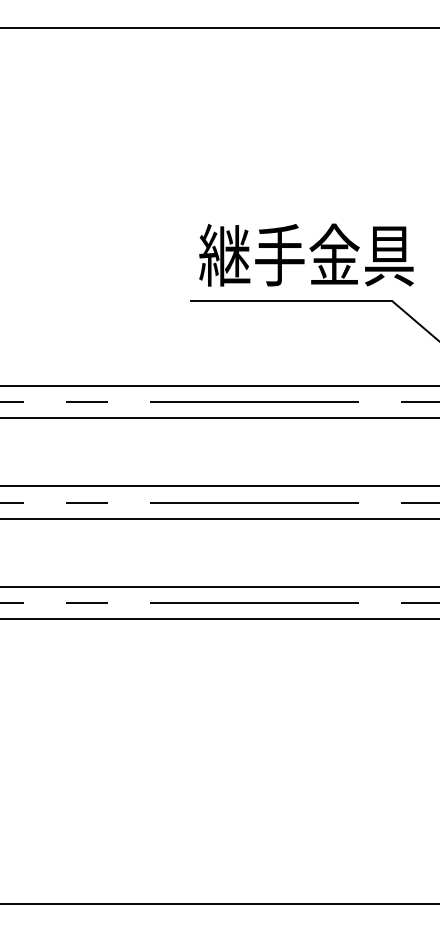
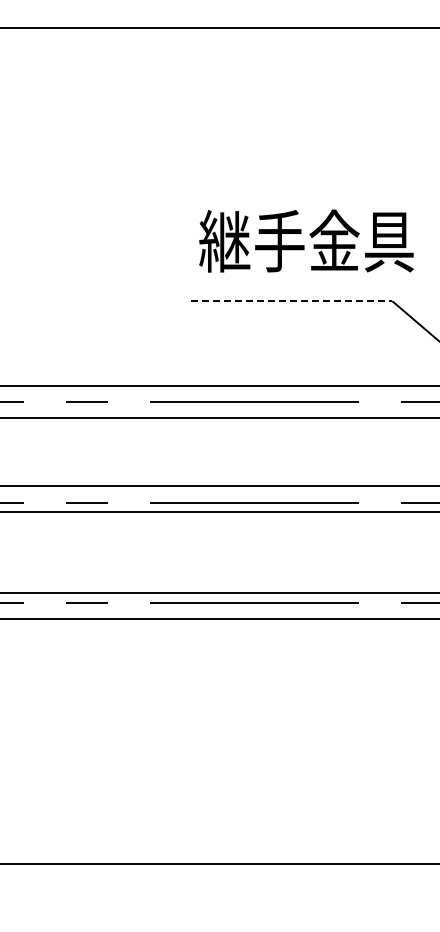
text at (306, 254) position: (306, 254) -> (306, 240)
line at (291, 301): solid -> dashed
line at (219, 518) position: (219, 518) -> (219, 511)
line at (219, 586) position: (219, 586) -> (219, 592)
line at (219, 904) position: (219, 904) -> (219, 864)
